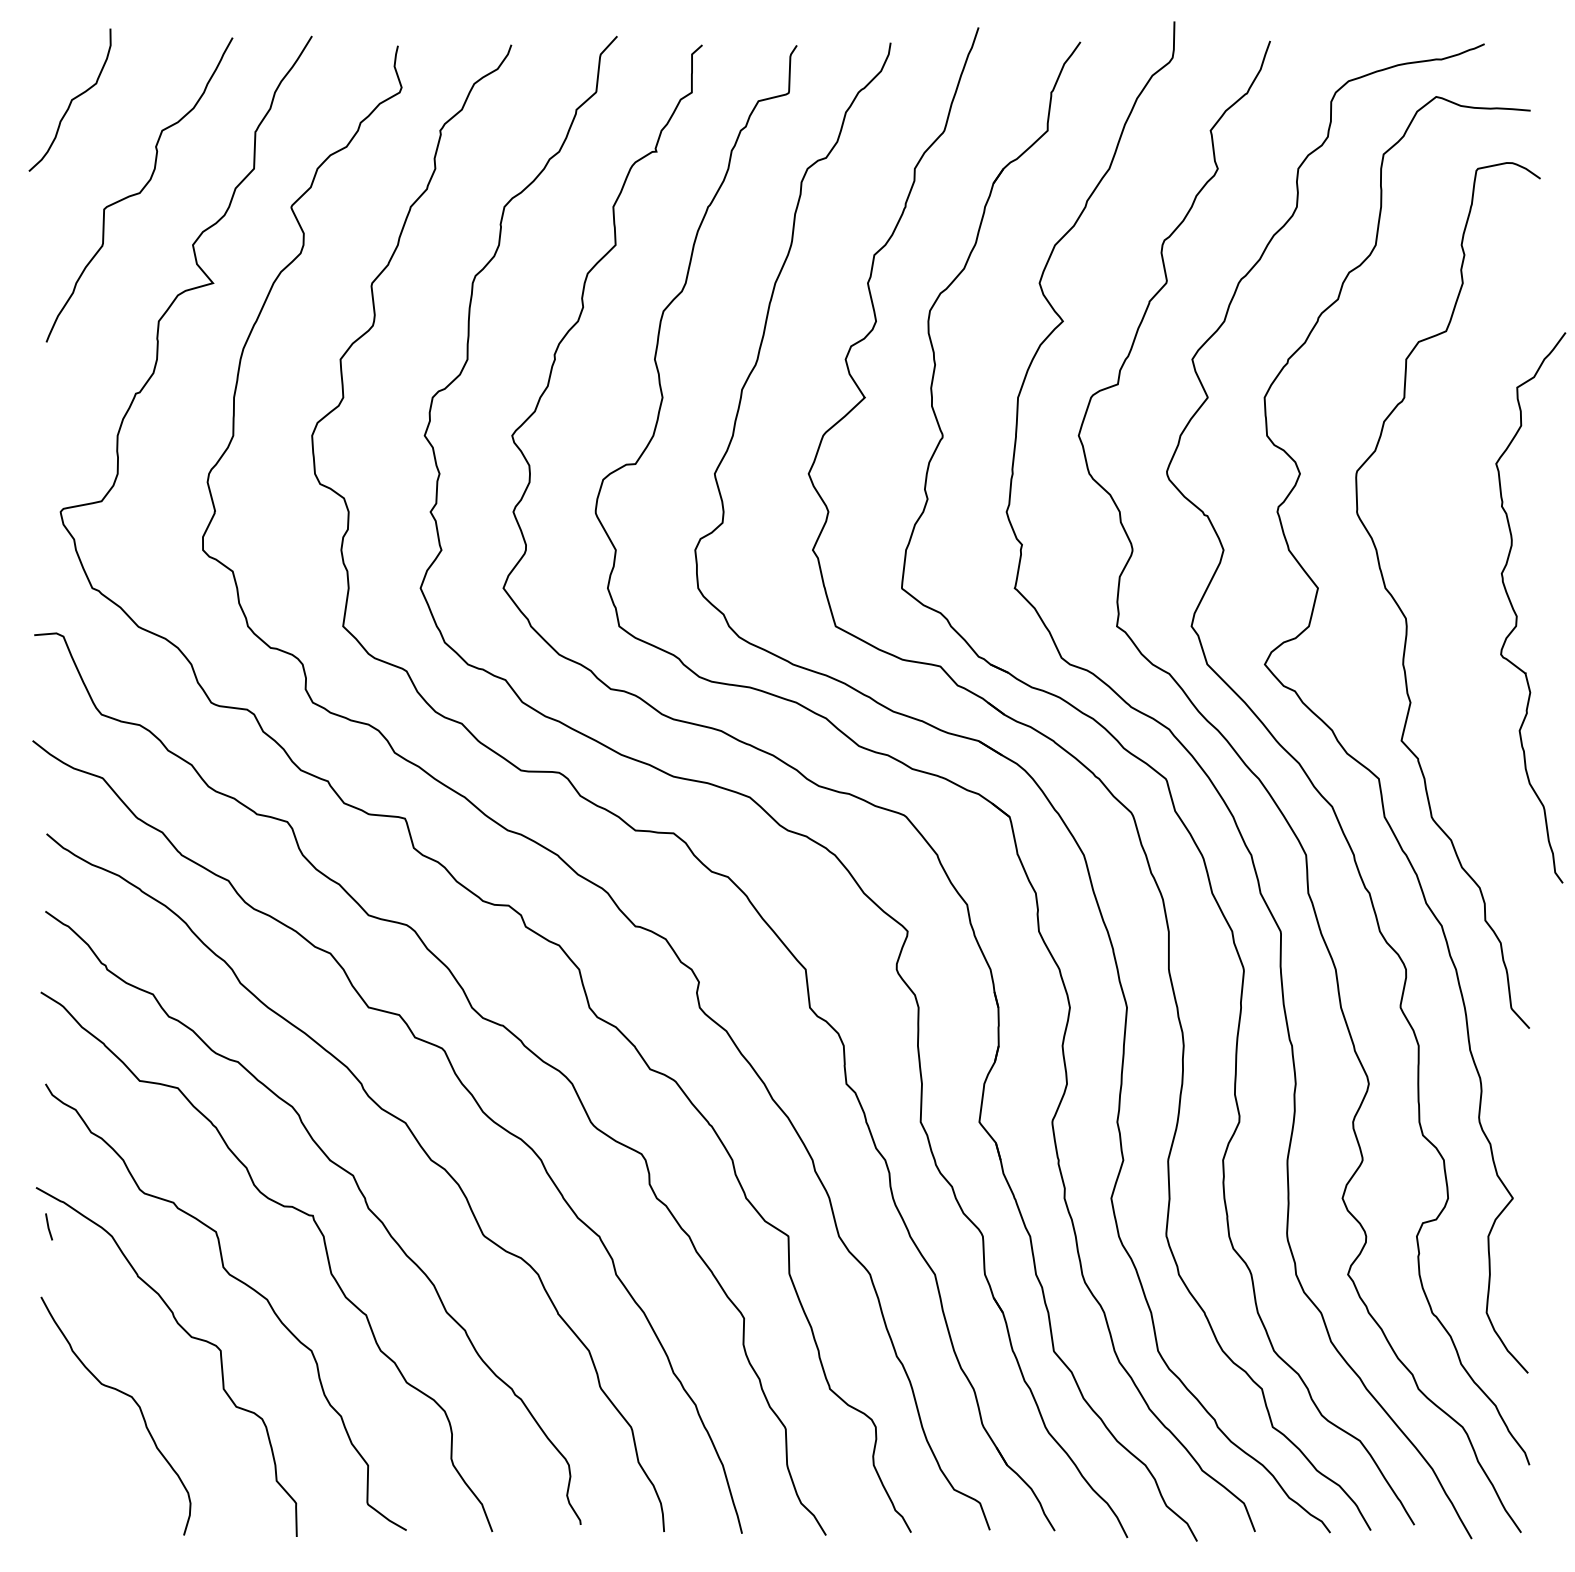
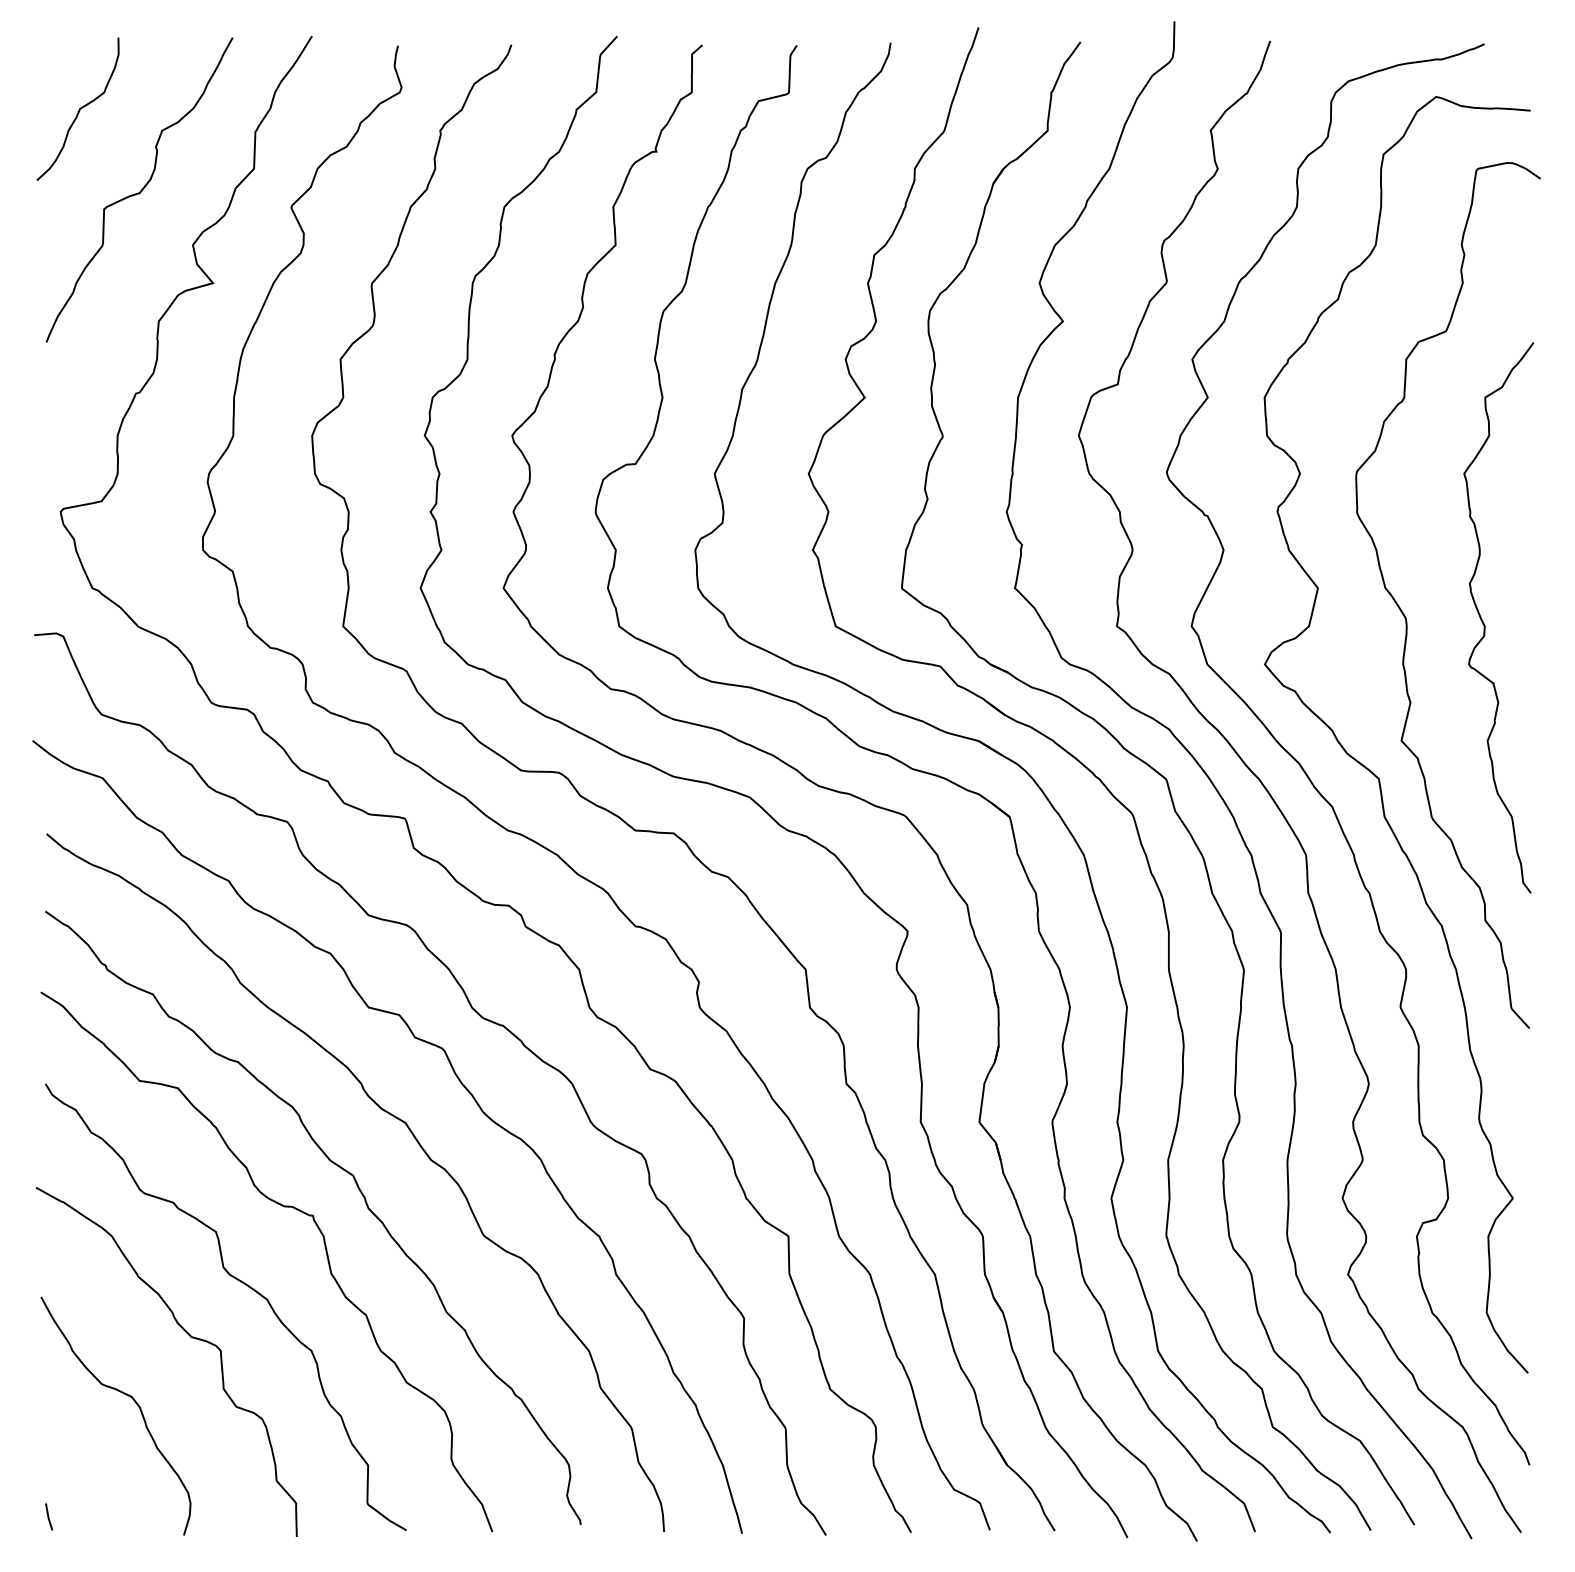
curve at (70, 100) position: (70, 100) -> (78, 109)
curve at (1516, 613) position: (1516, 613) -> (1484, 623)
line at (49, 1226) position: (49, 1226) -> (49, 1516)
